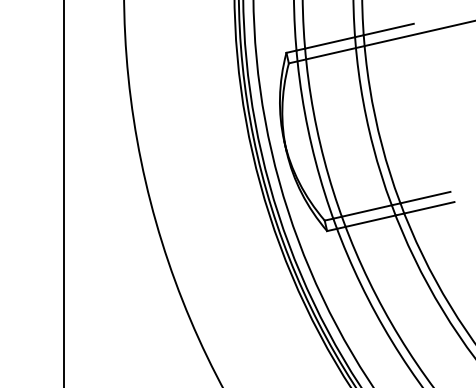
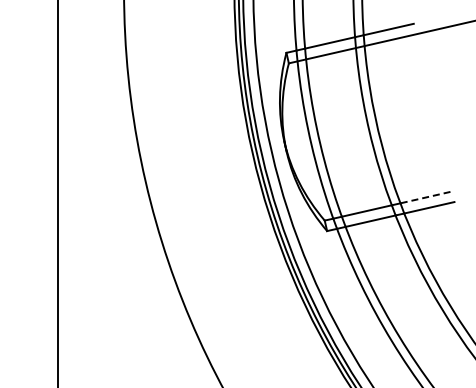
line at (63, 193) position: (63, 193) -> (57, 193)
line at (425, 197): solid -> dashed
